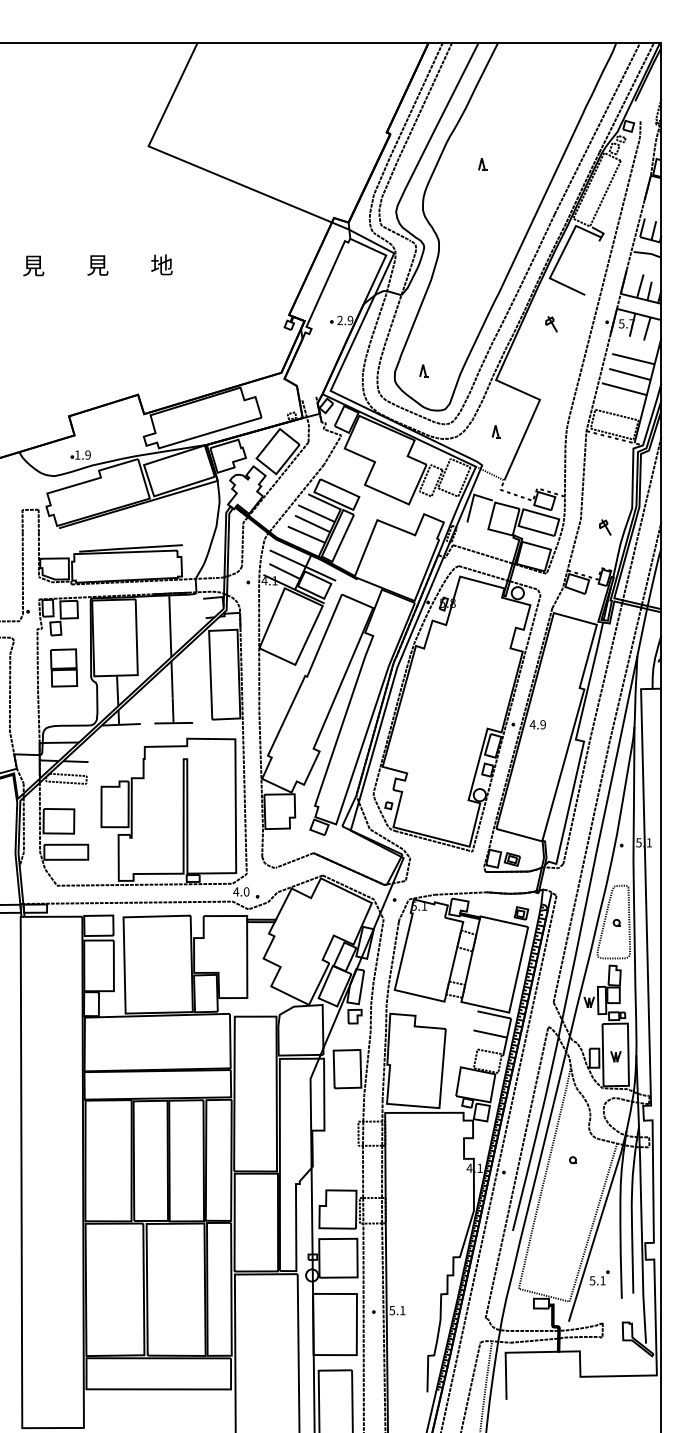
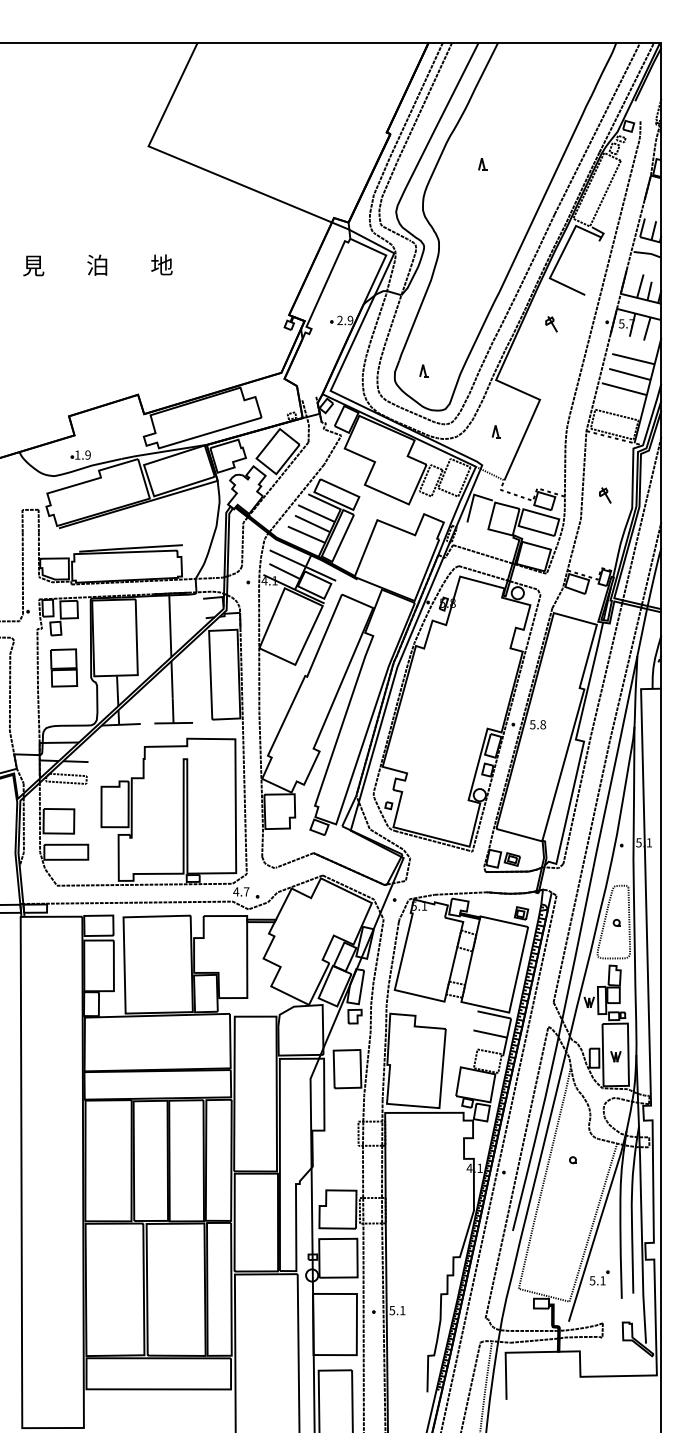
text at (97, 264): 見 -> 泊
part at (605, 527) position: (605, 527) -> (605, 495)
text at (537, 724): 4.9 -> 5.8
text at (246, 891): 4.0 -> 4.7
